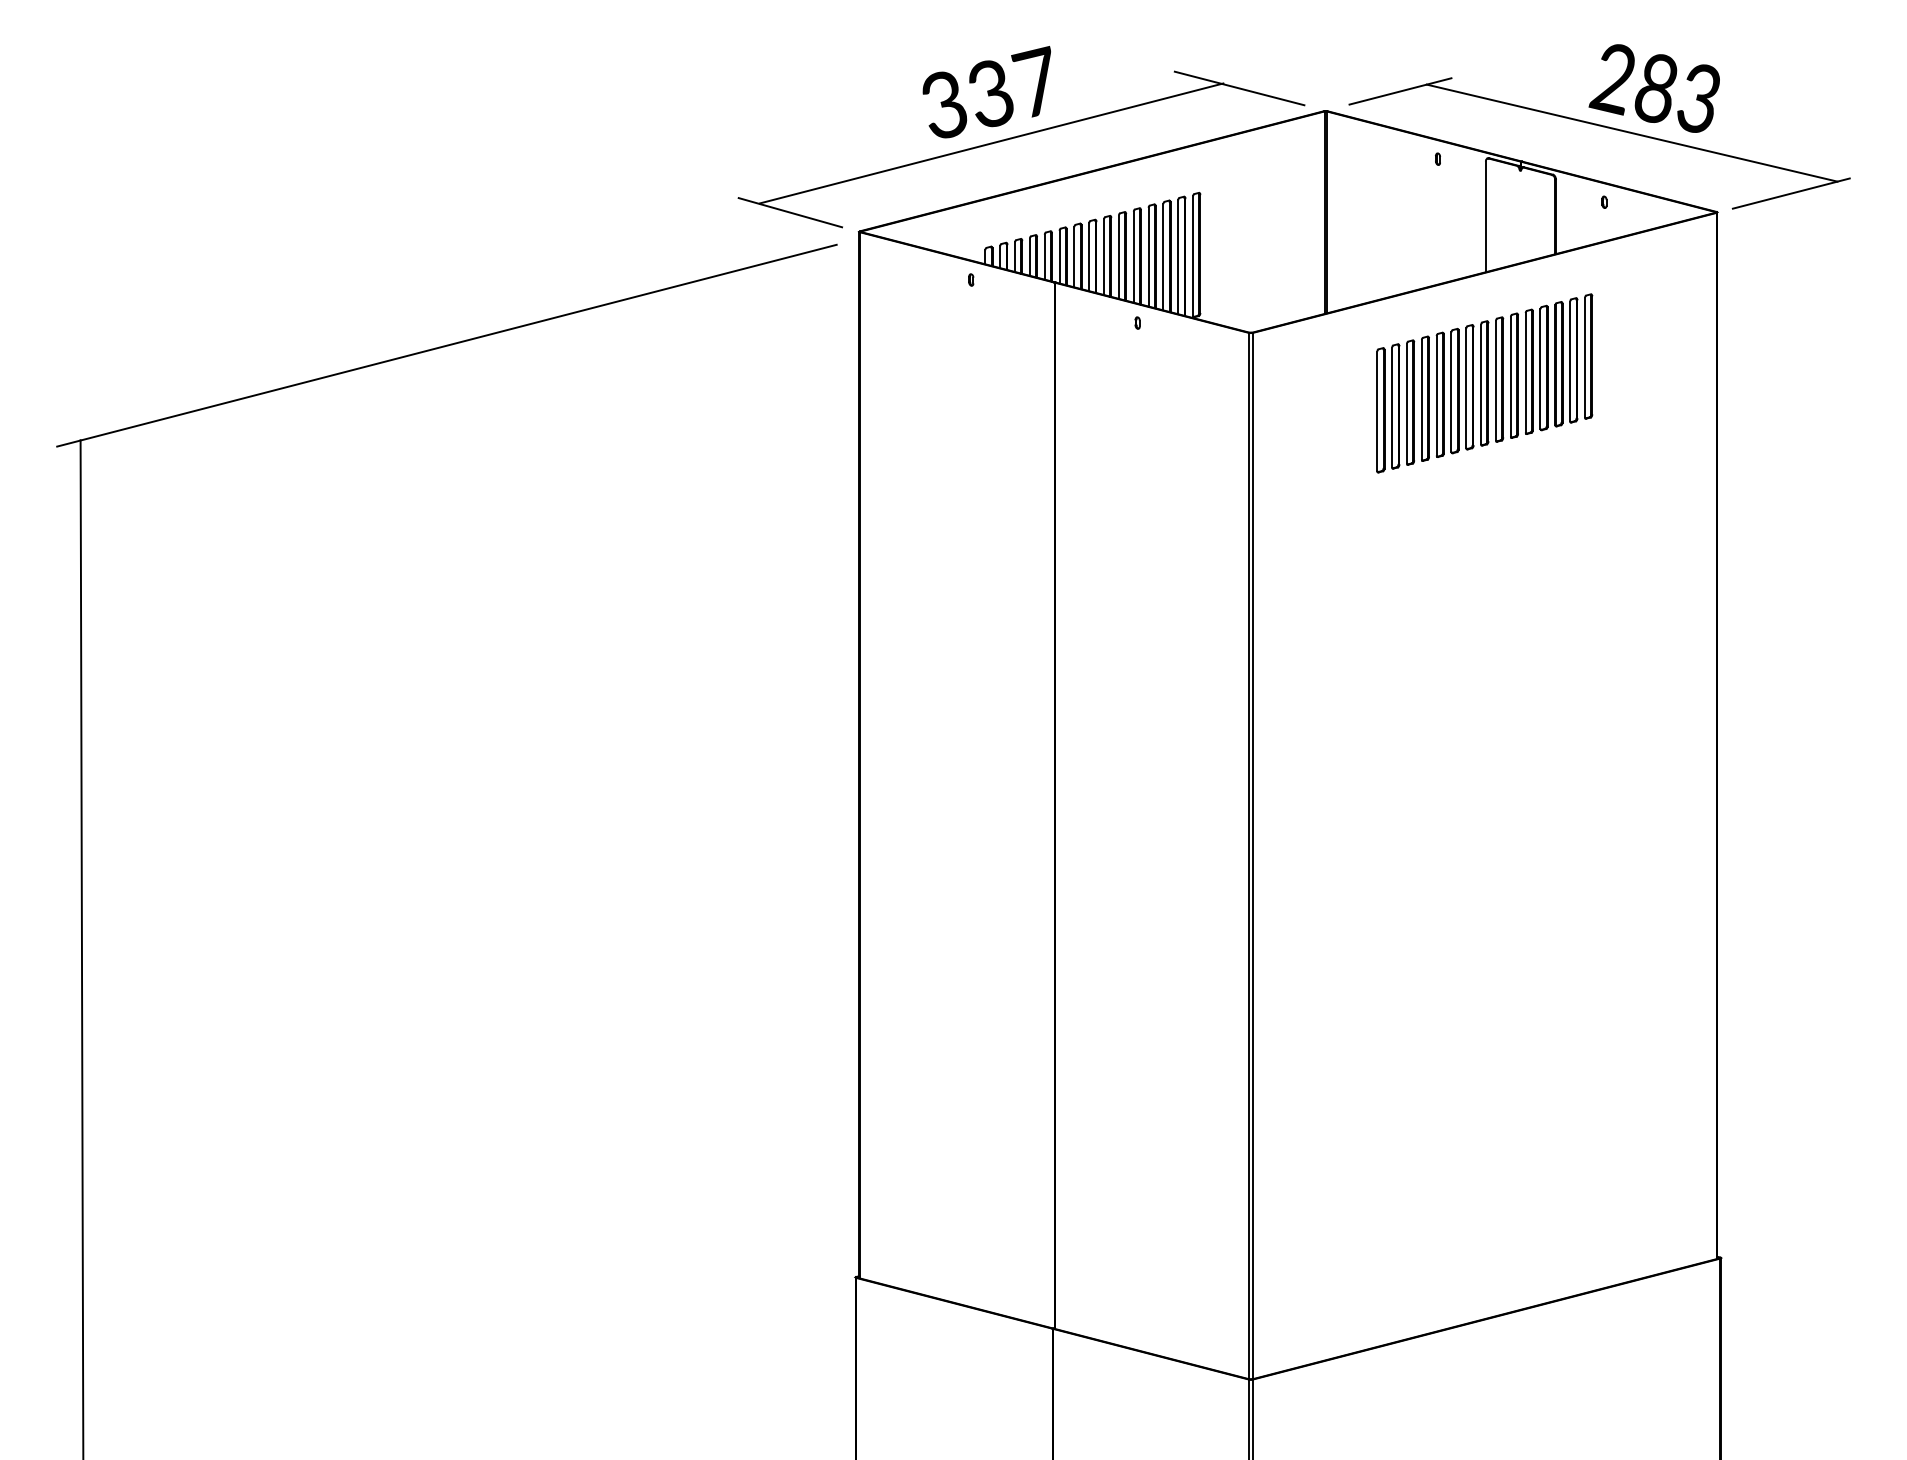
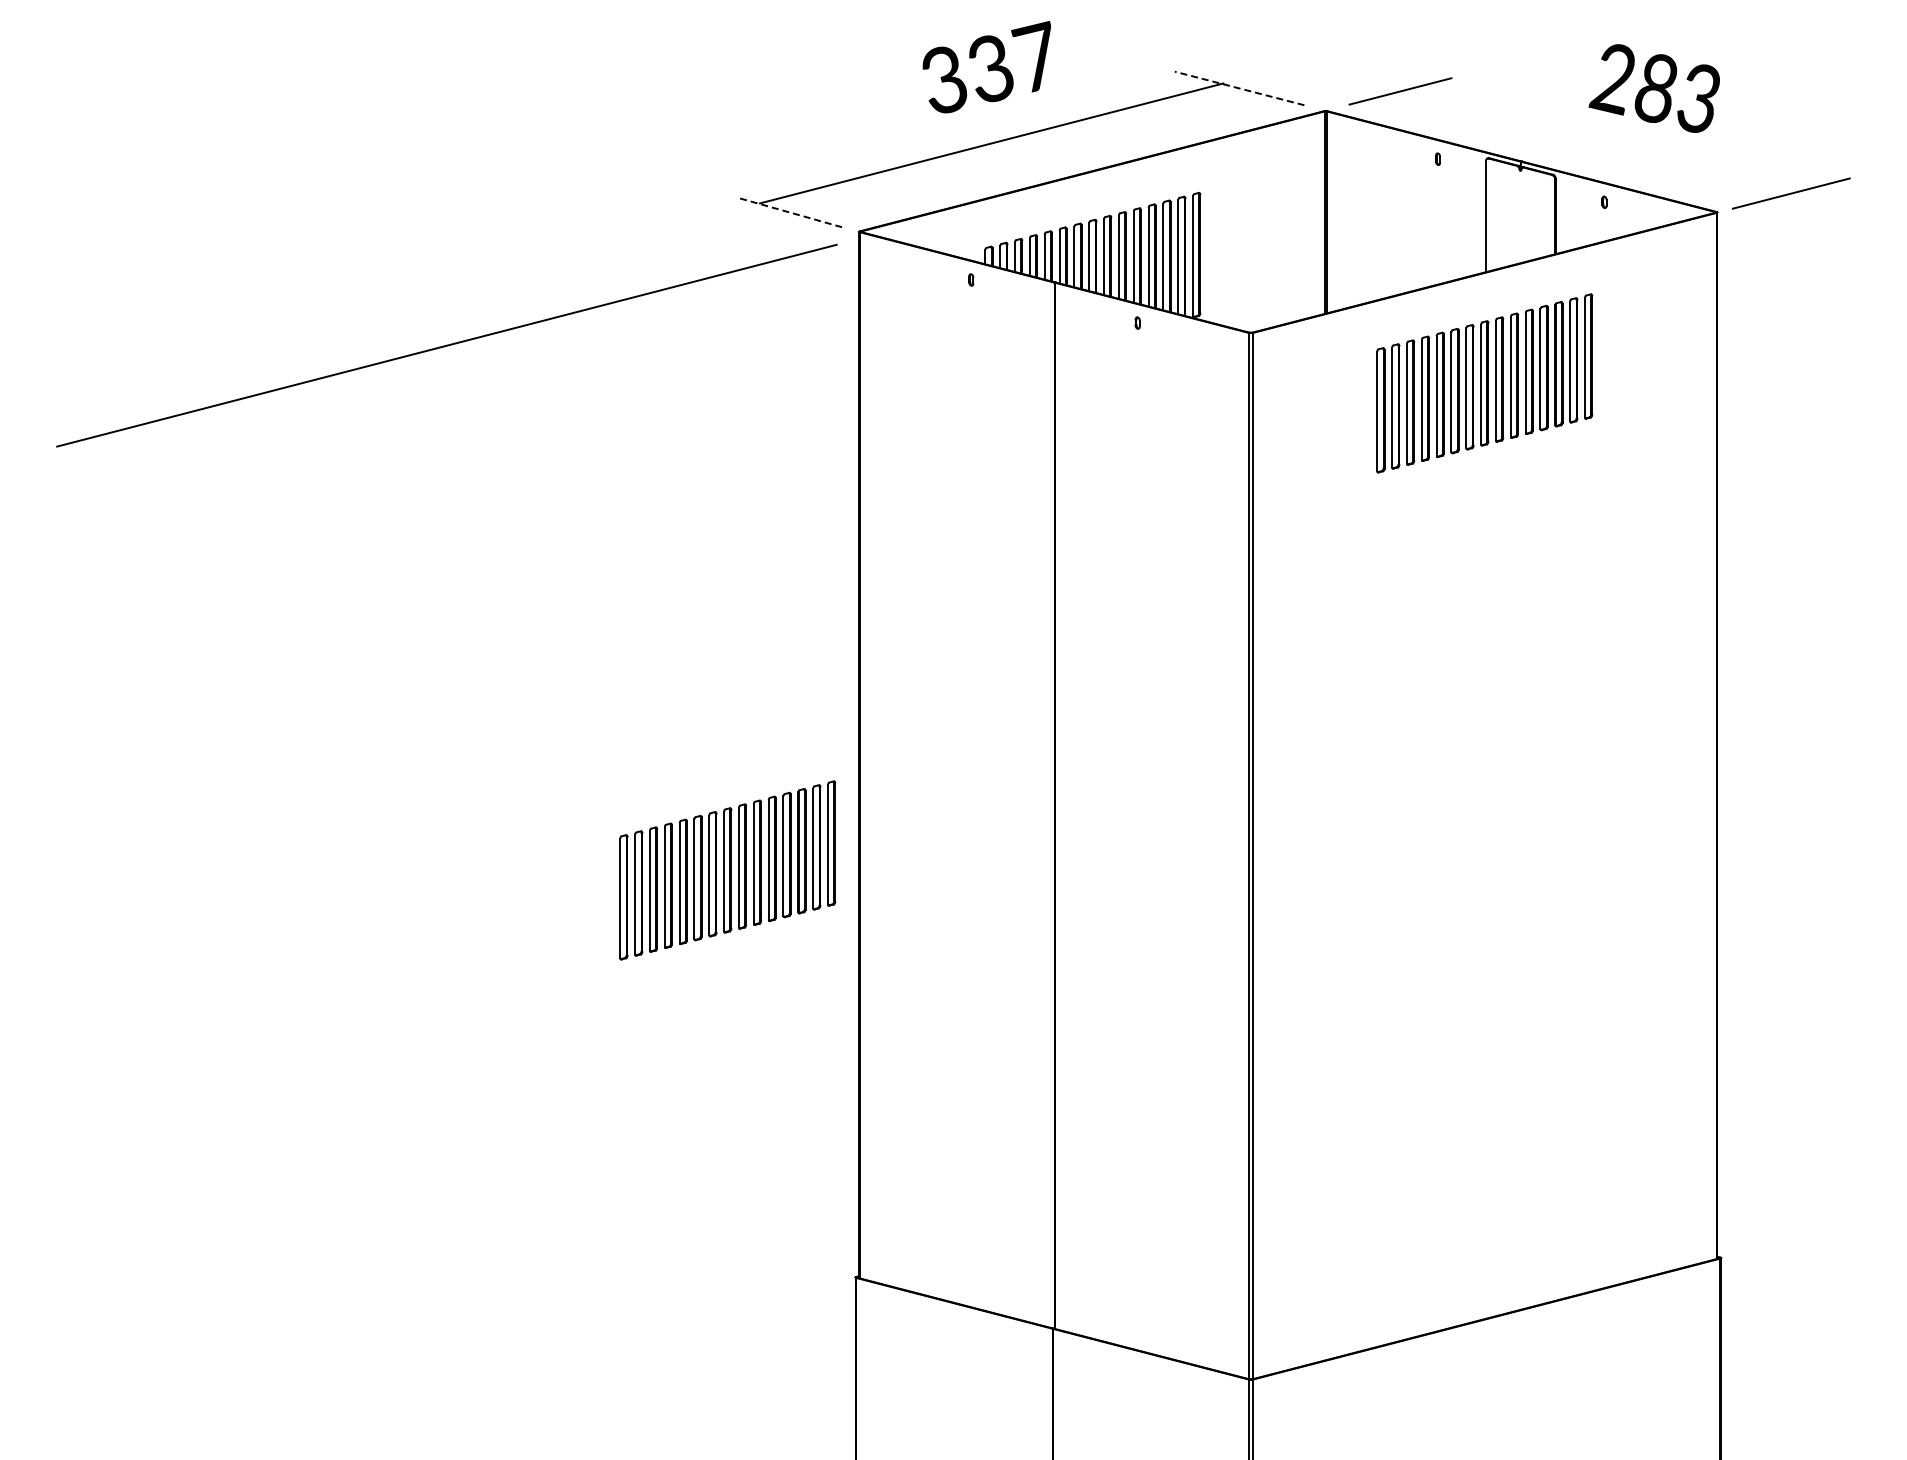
line at (1239, 88): solid -> dashed
text at (986, 92) position: (986, 92) -> (986, 67)
line at (1631, 132): present -> none
line at (790, 212): solid -> dashed
part at (727, 870): none -> present
line at (81, 948): present -> none
